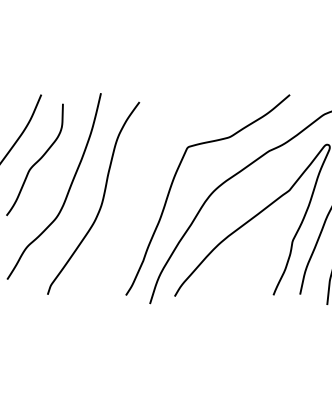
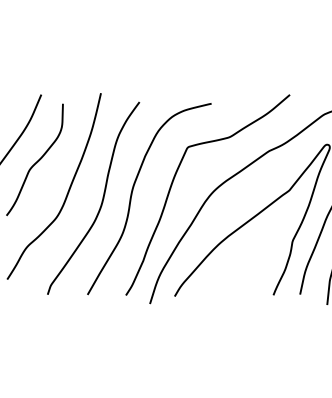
curve at (132, 195): none -> present
